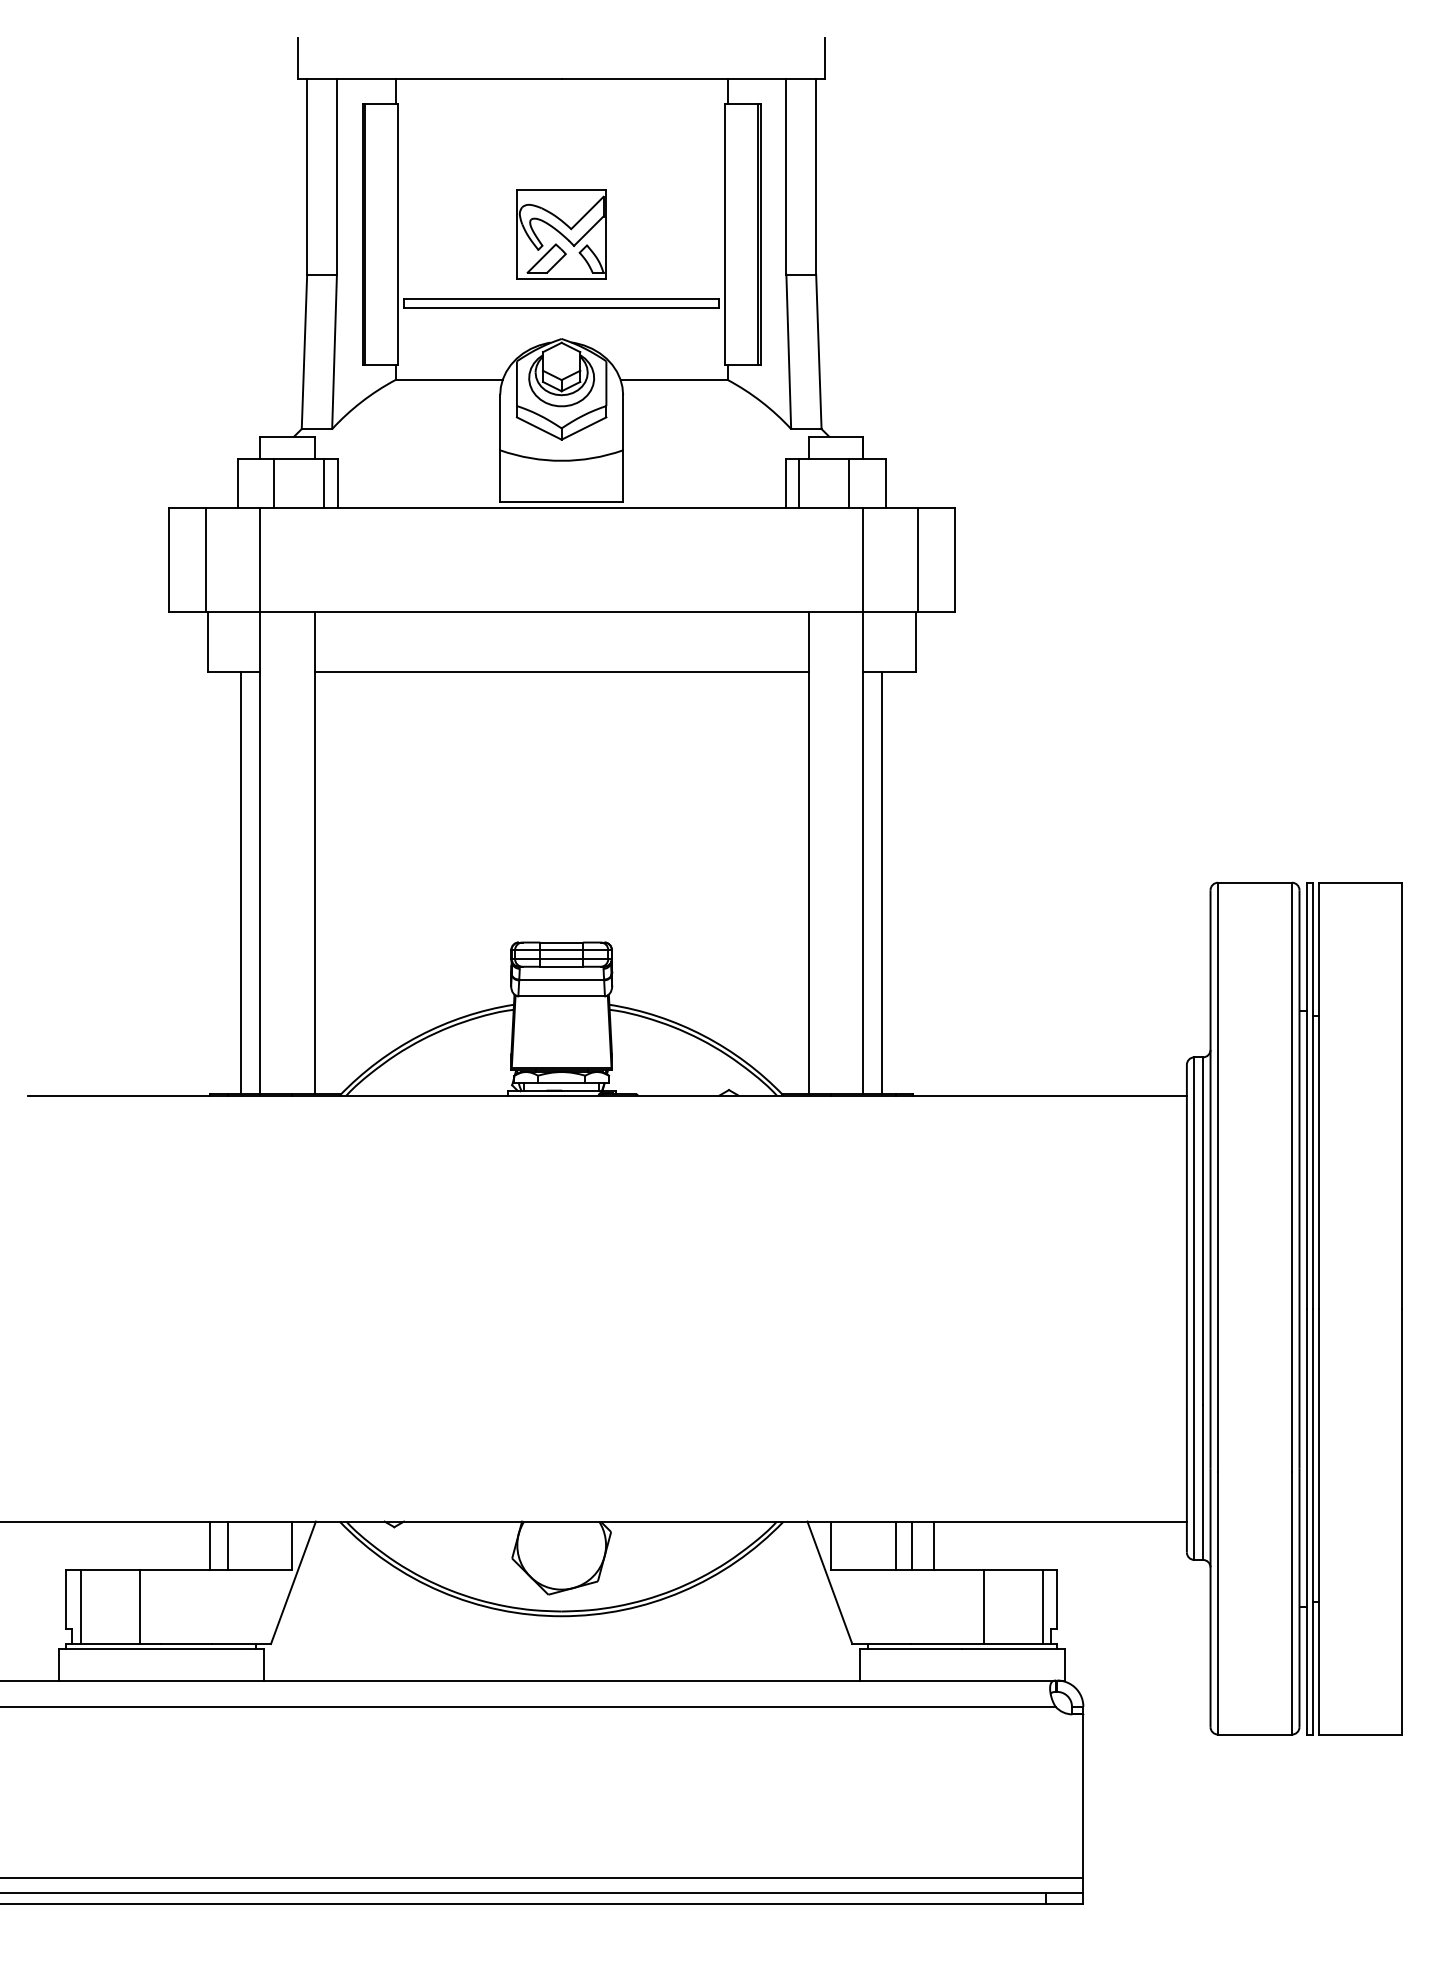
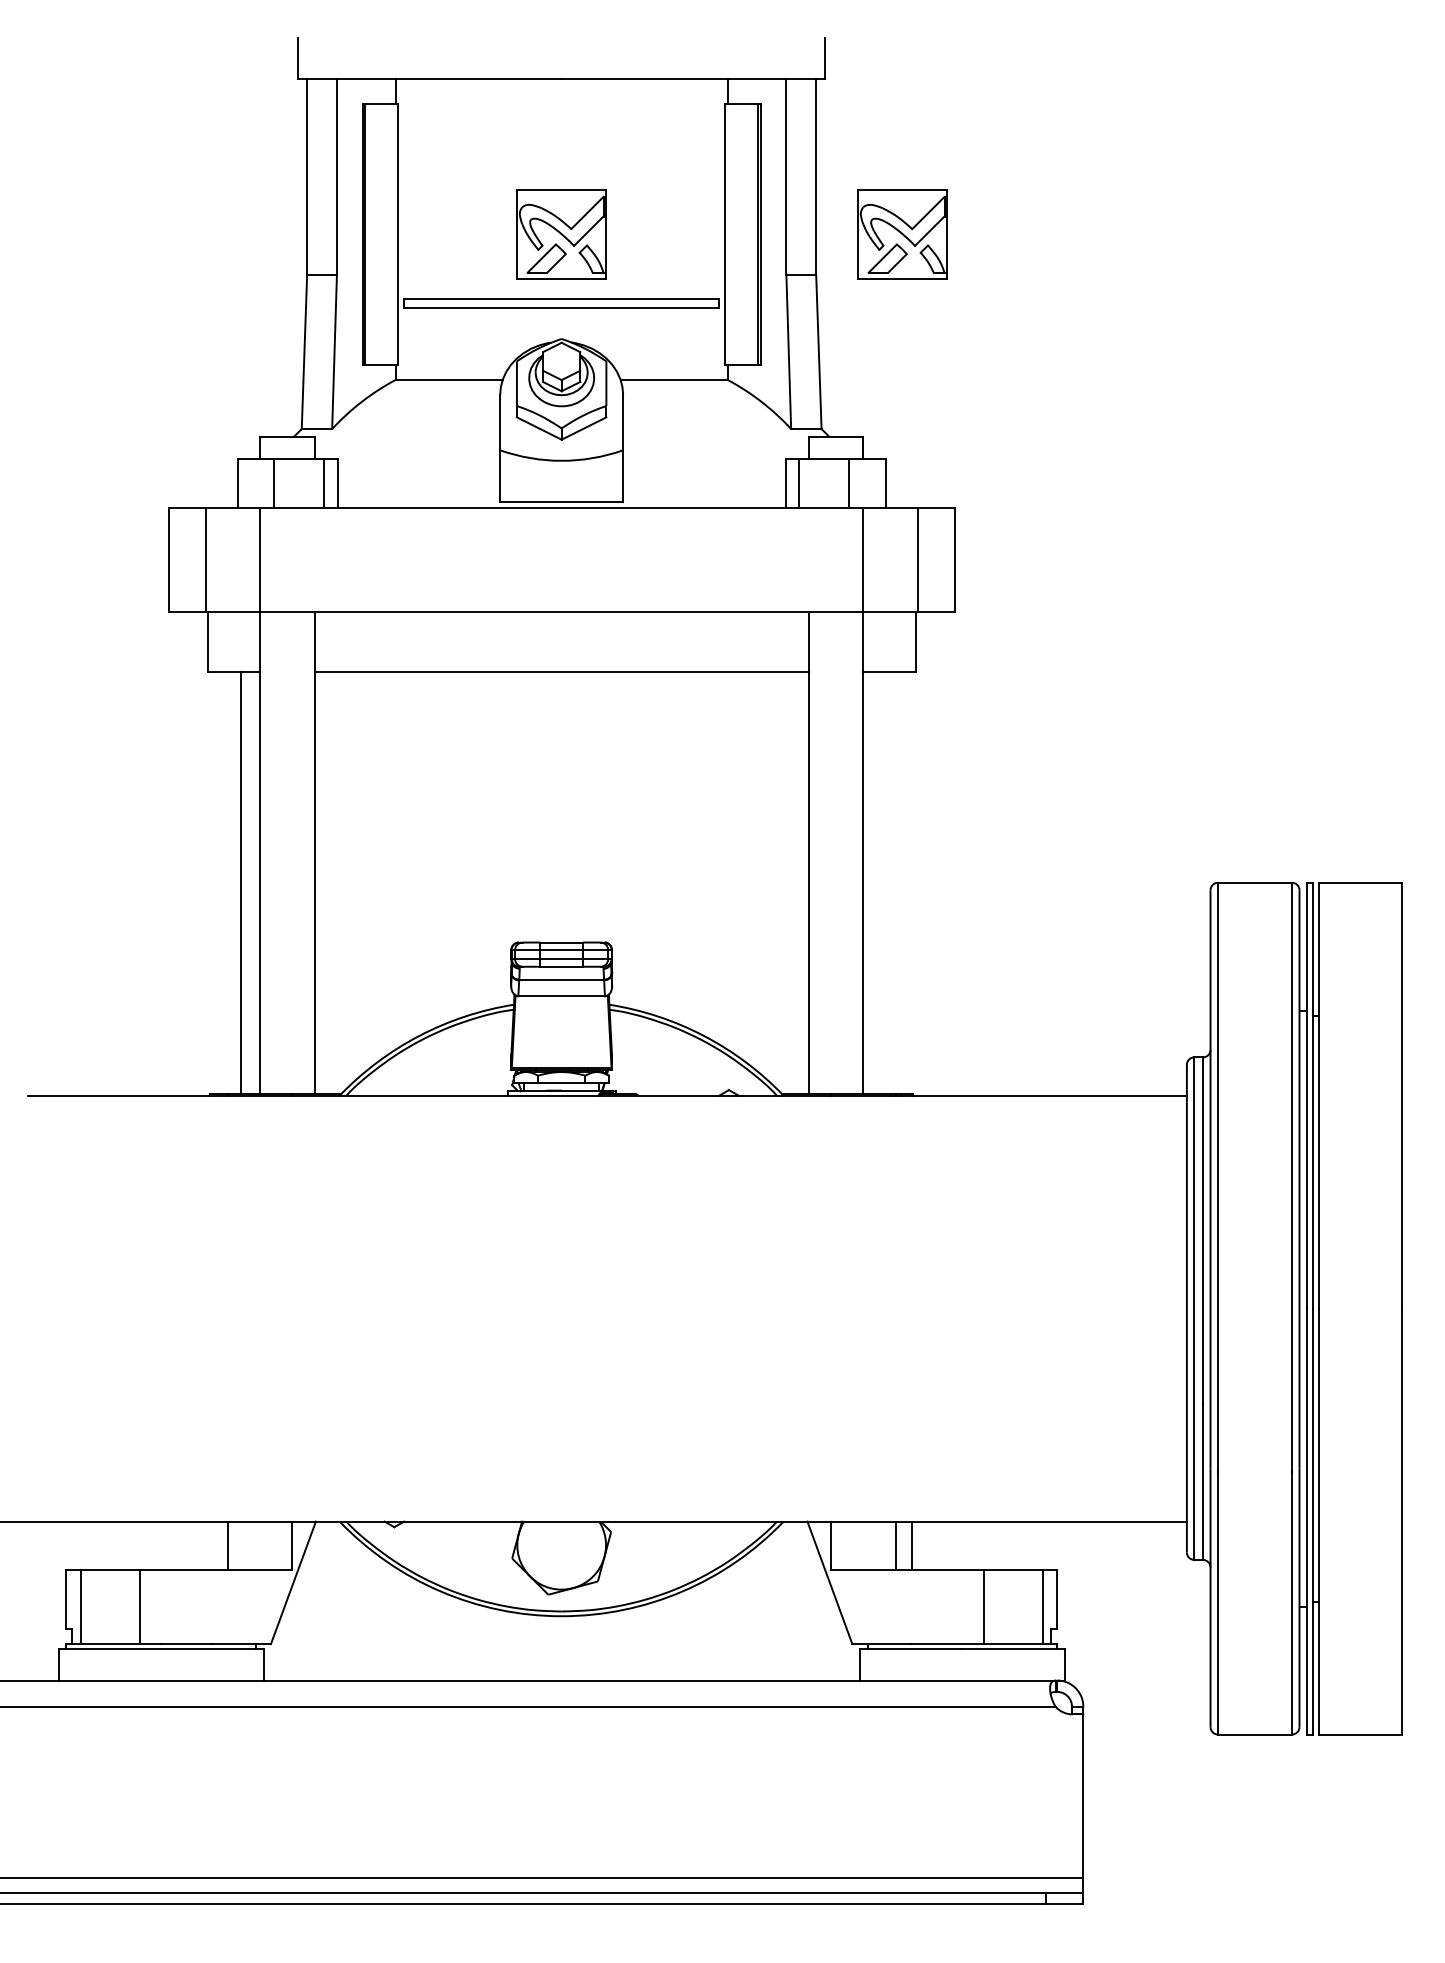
part at (902, 234): none -> present
line at (882, 882): present -> none
line at (210, 1545): present -> none
line at (934, 1545): present -> none
